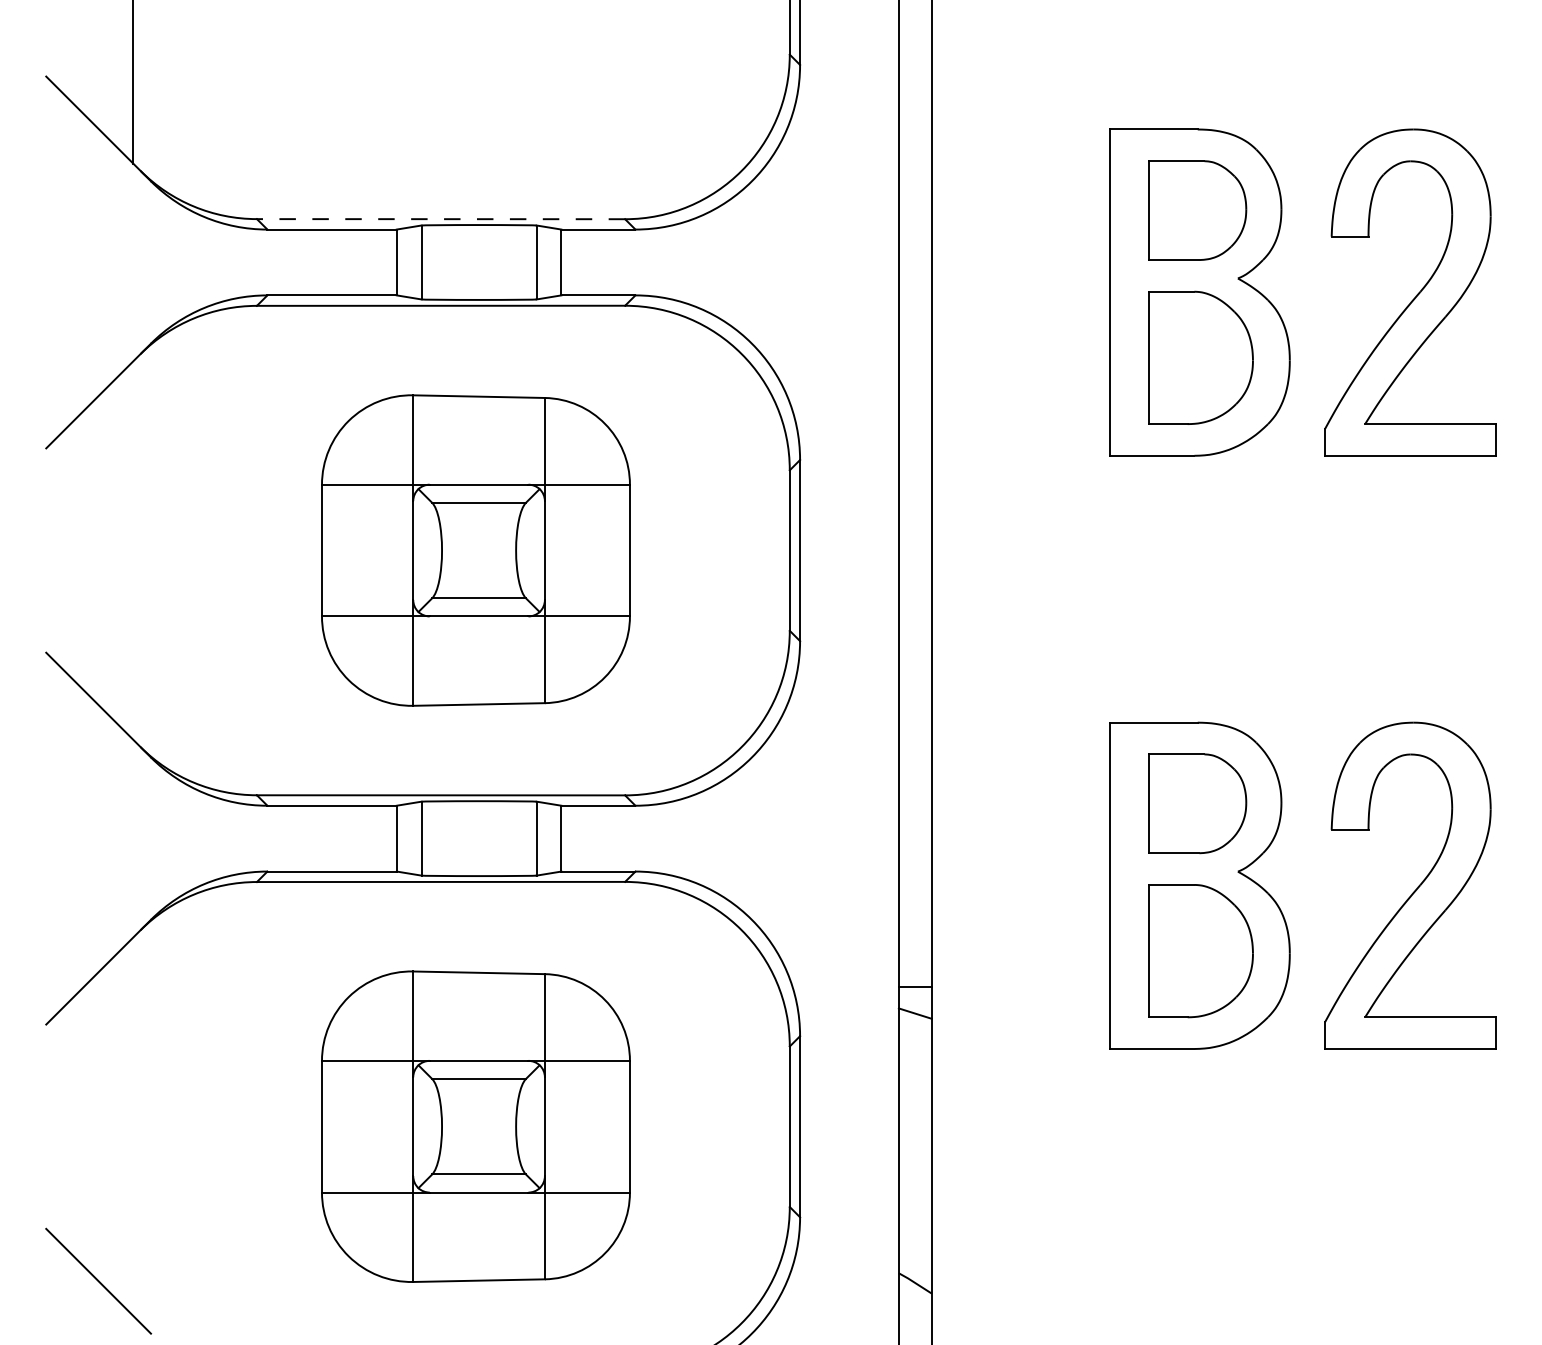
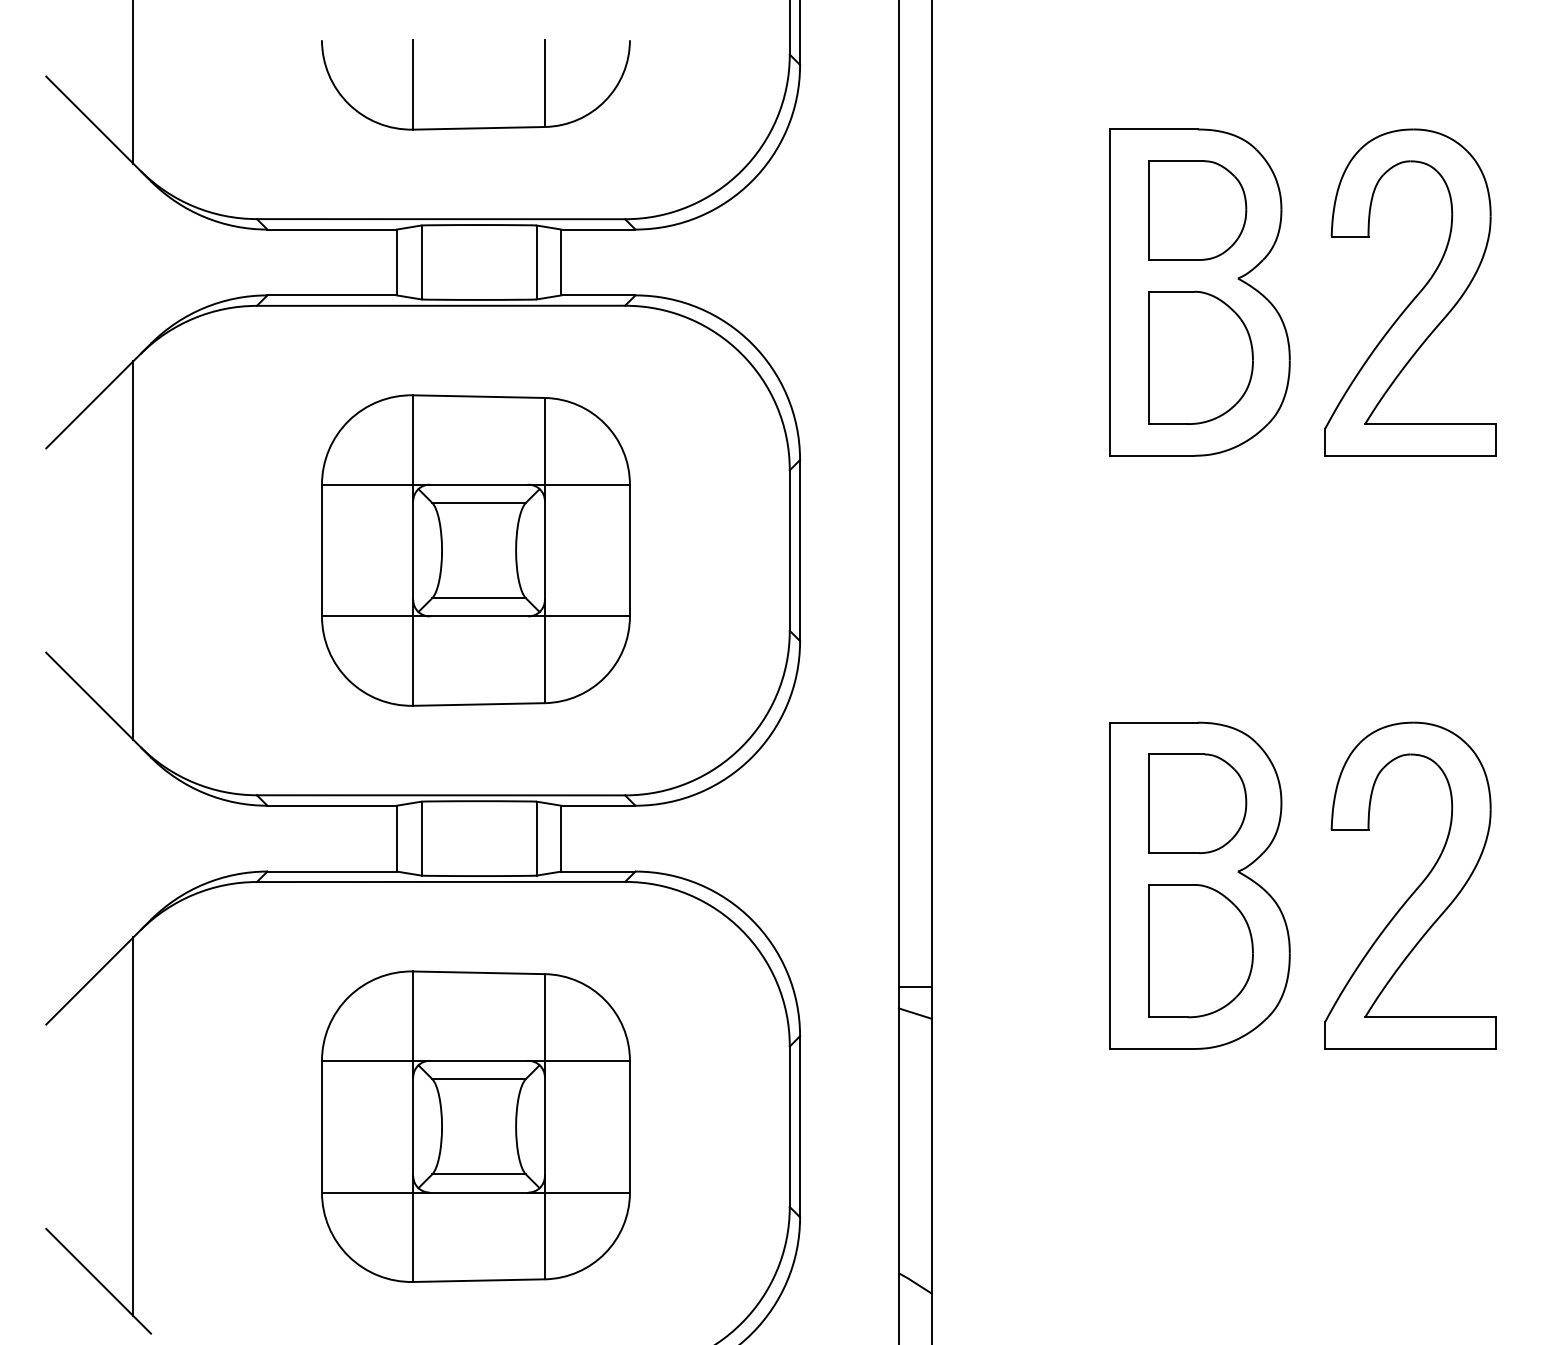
part at (475, 127): none -> present
line at (440, 219): dashed -> solid
line at (133, 550): none -> present
line at (133, 1126): none -> present
